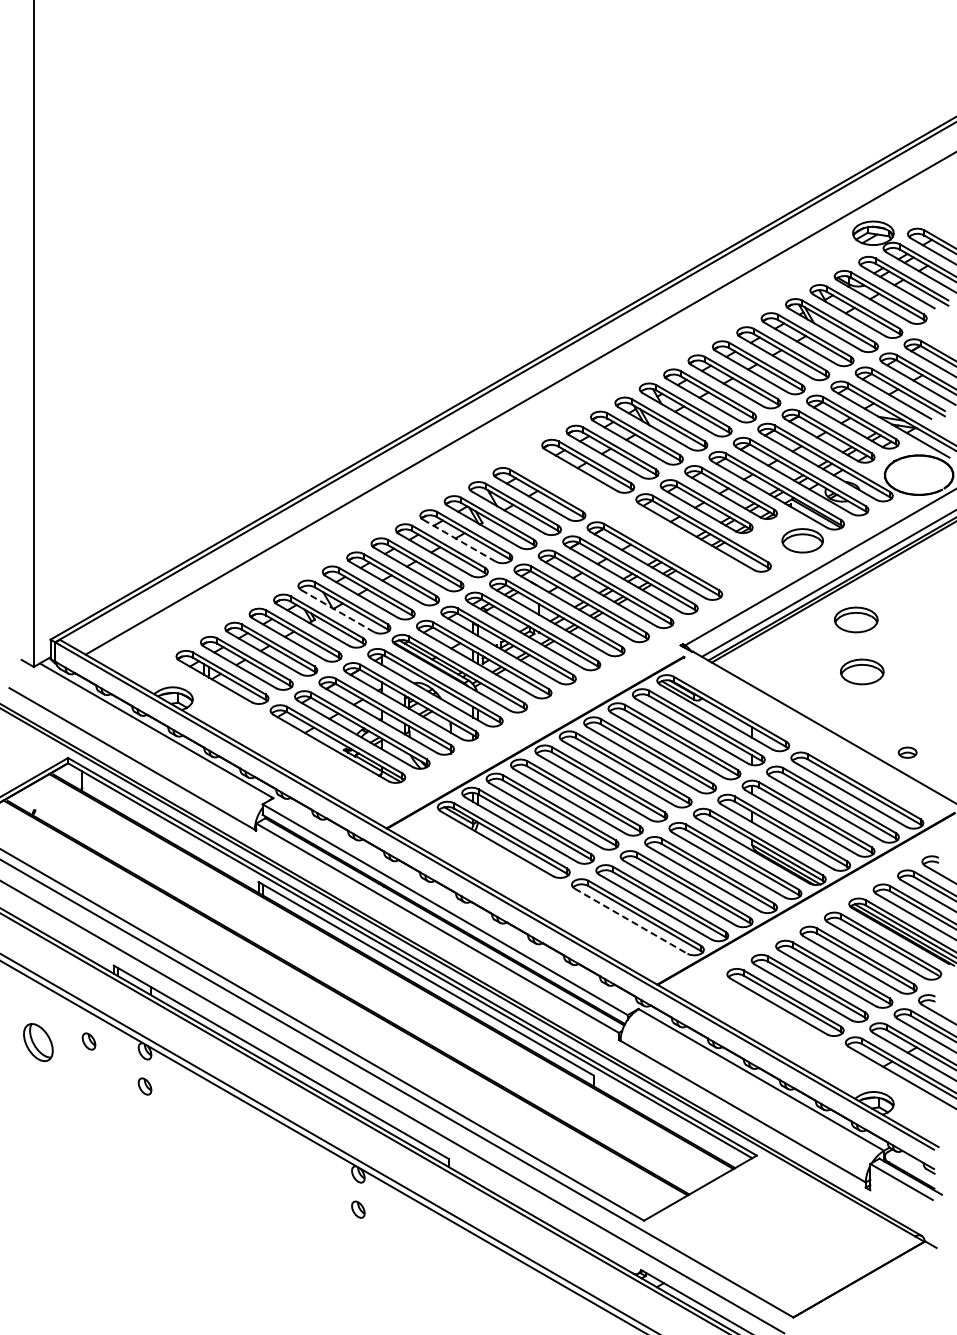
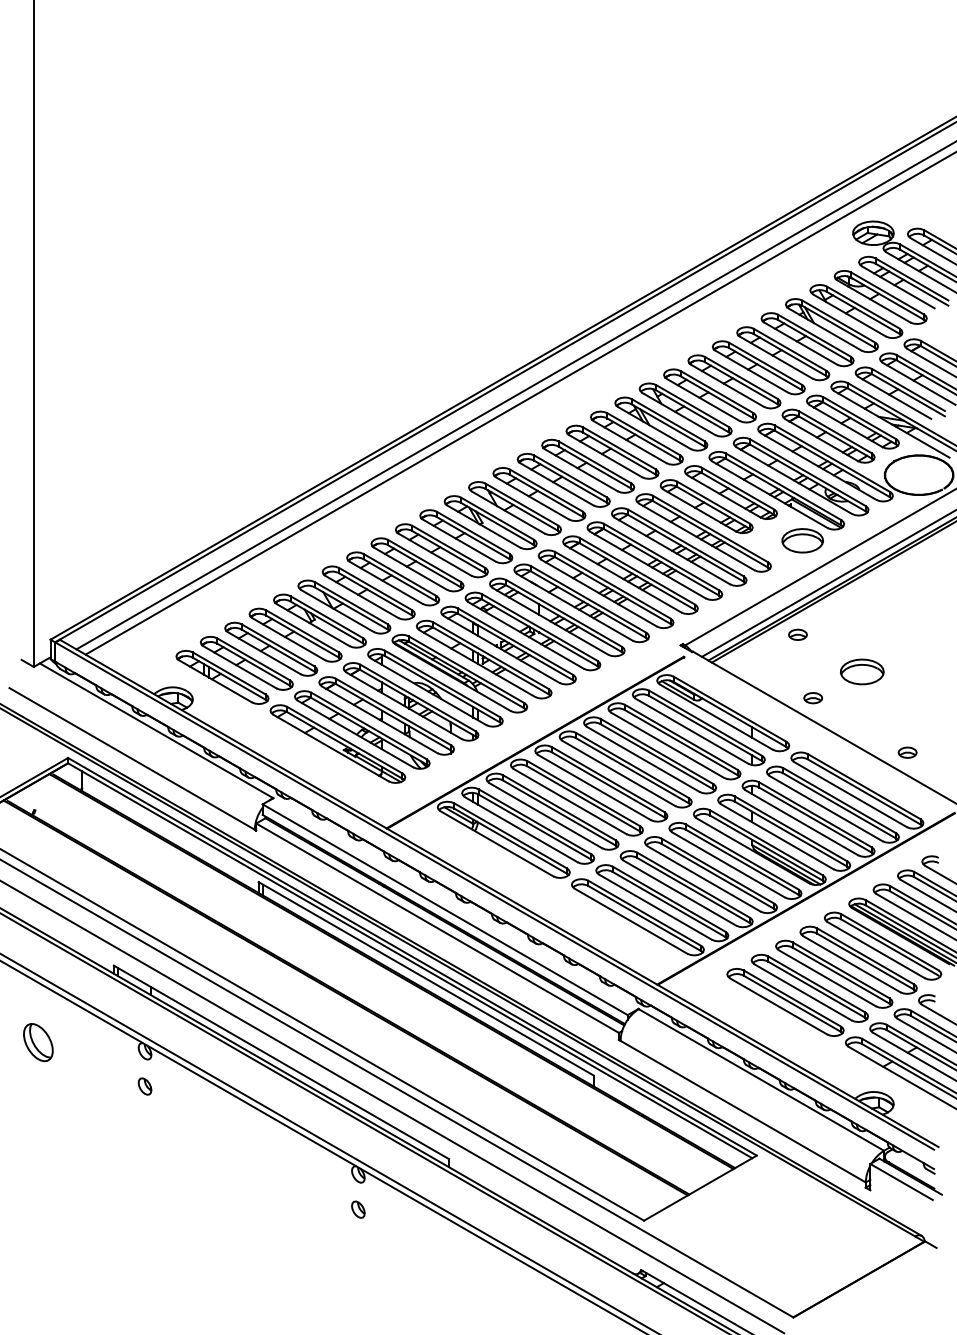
line at (514, 395): none -> present
part at (631, 519): none -> present
line at (459, 540): dashed -> solid
line at (337, 611): dashed -> solid
part at (856, 619): present -> none
part at (797, 634): none -> present
part at (813, 698): none -> present
line at (631, 921): dashed -> solid
part at (88, 1041): present -> none
